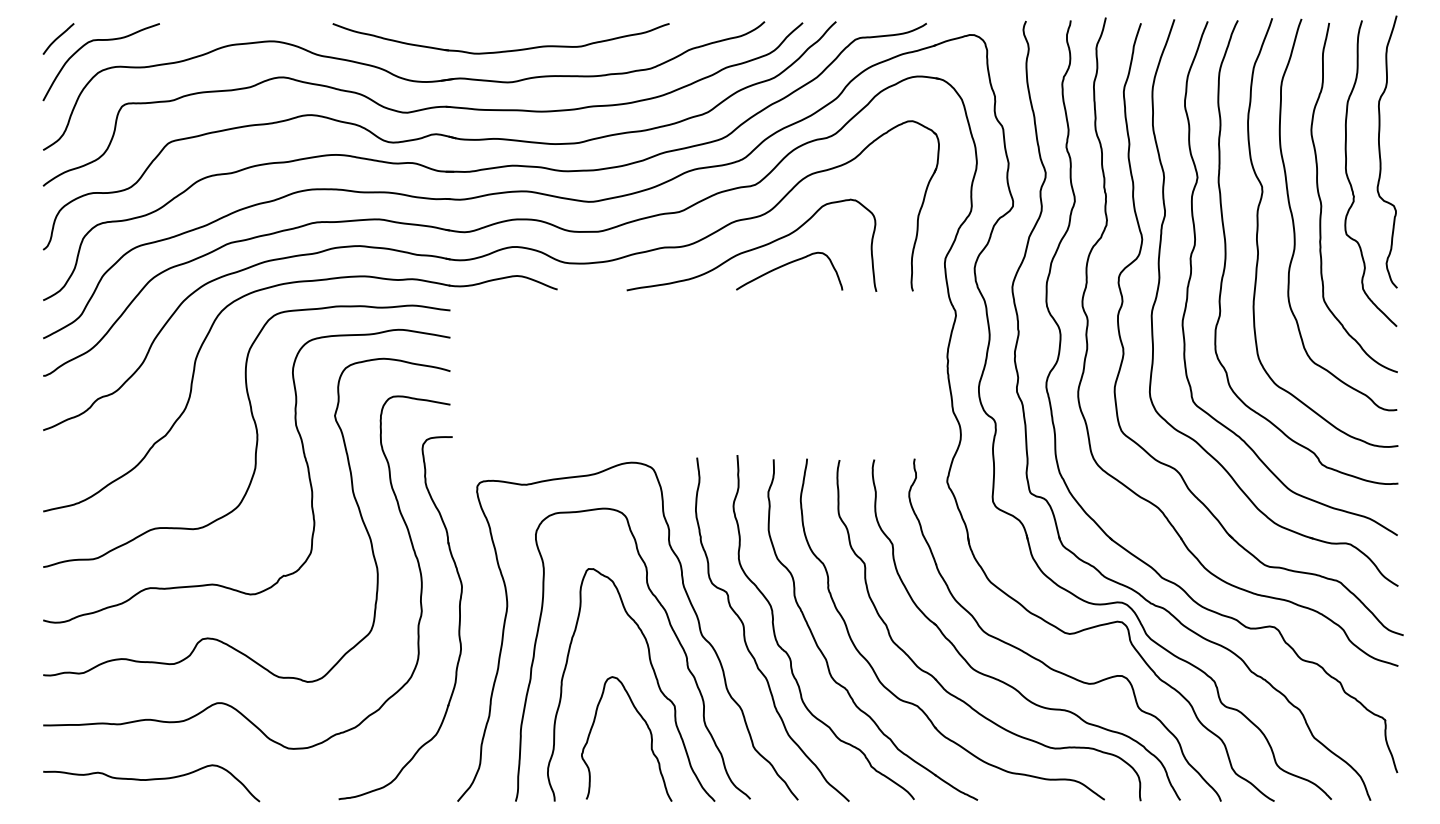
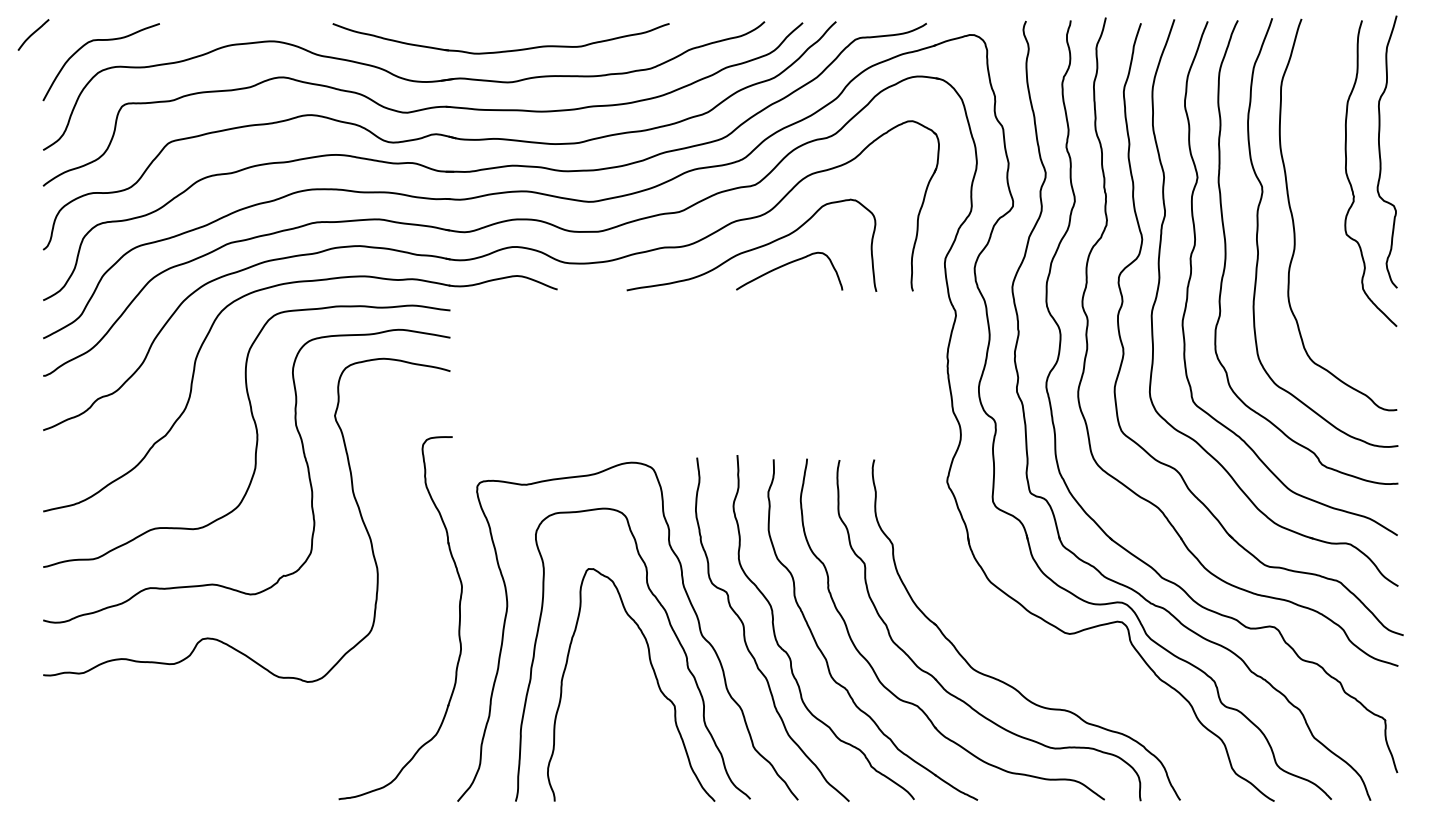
curve at (58, 38) position: (58, 38) -> (33, 34)
curve at (1322, 205): present -> none
part at (1044, 662): present -> none
curve at (224, 702): present -> none
curve at (647, 728): present -> none
curve at (151, 780): present -> none
